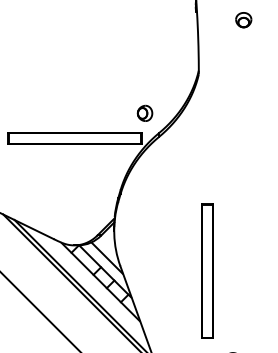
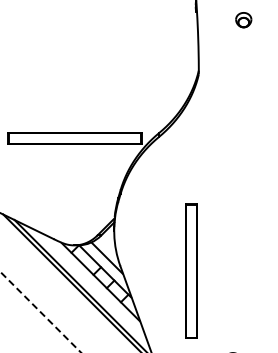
part at (144, 112): present -> none
part at (207, 270) position: (207, 270) -> (191, 270)
line at (40, 311): solid -> dashed
